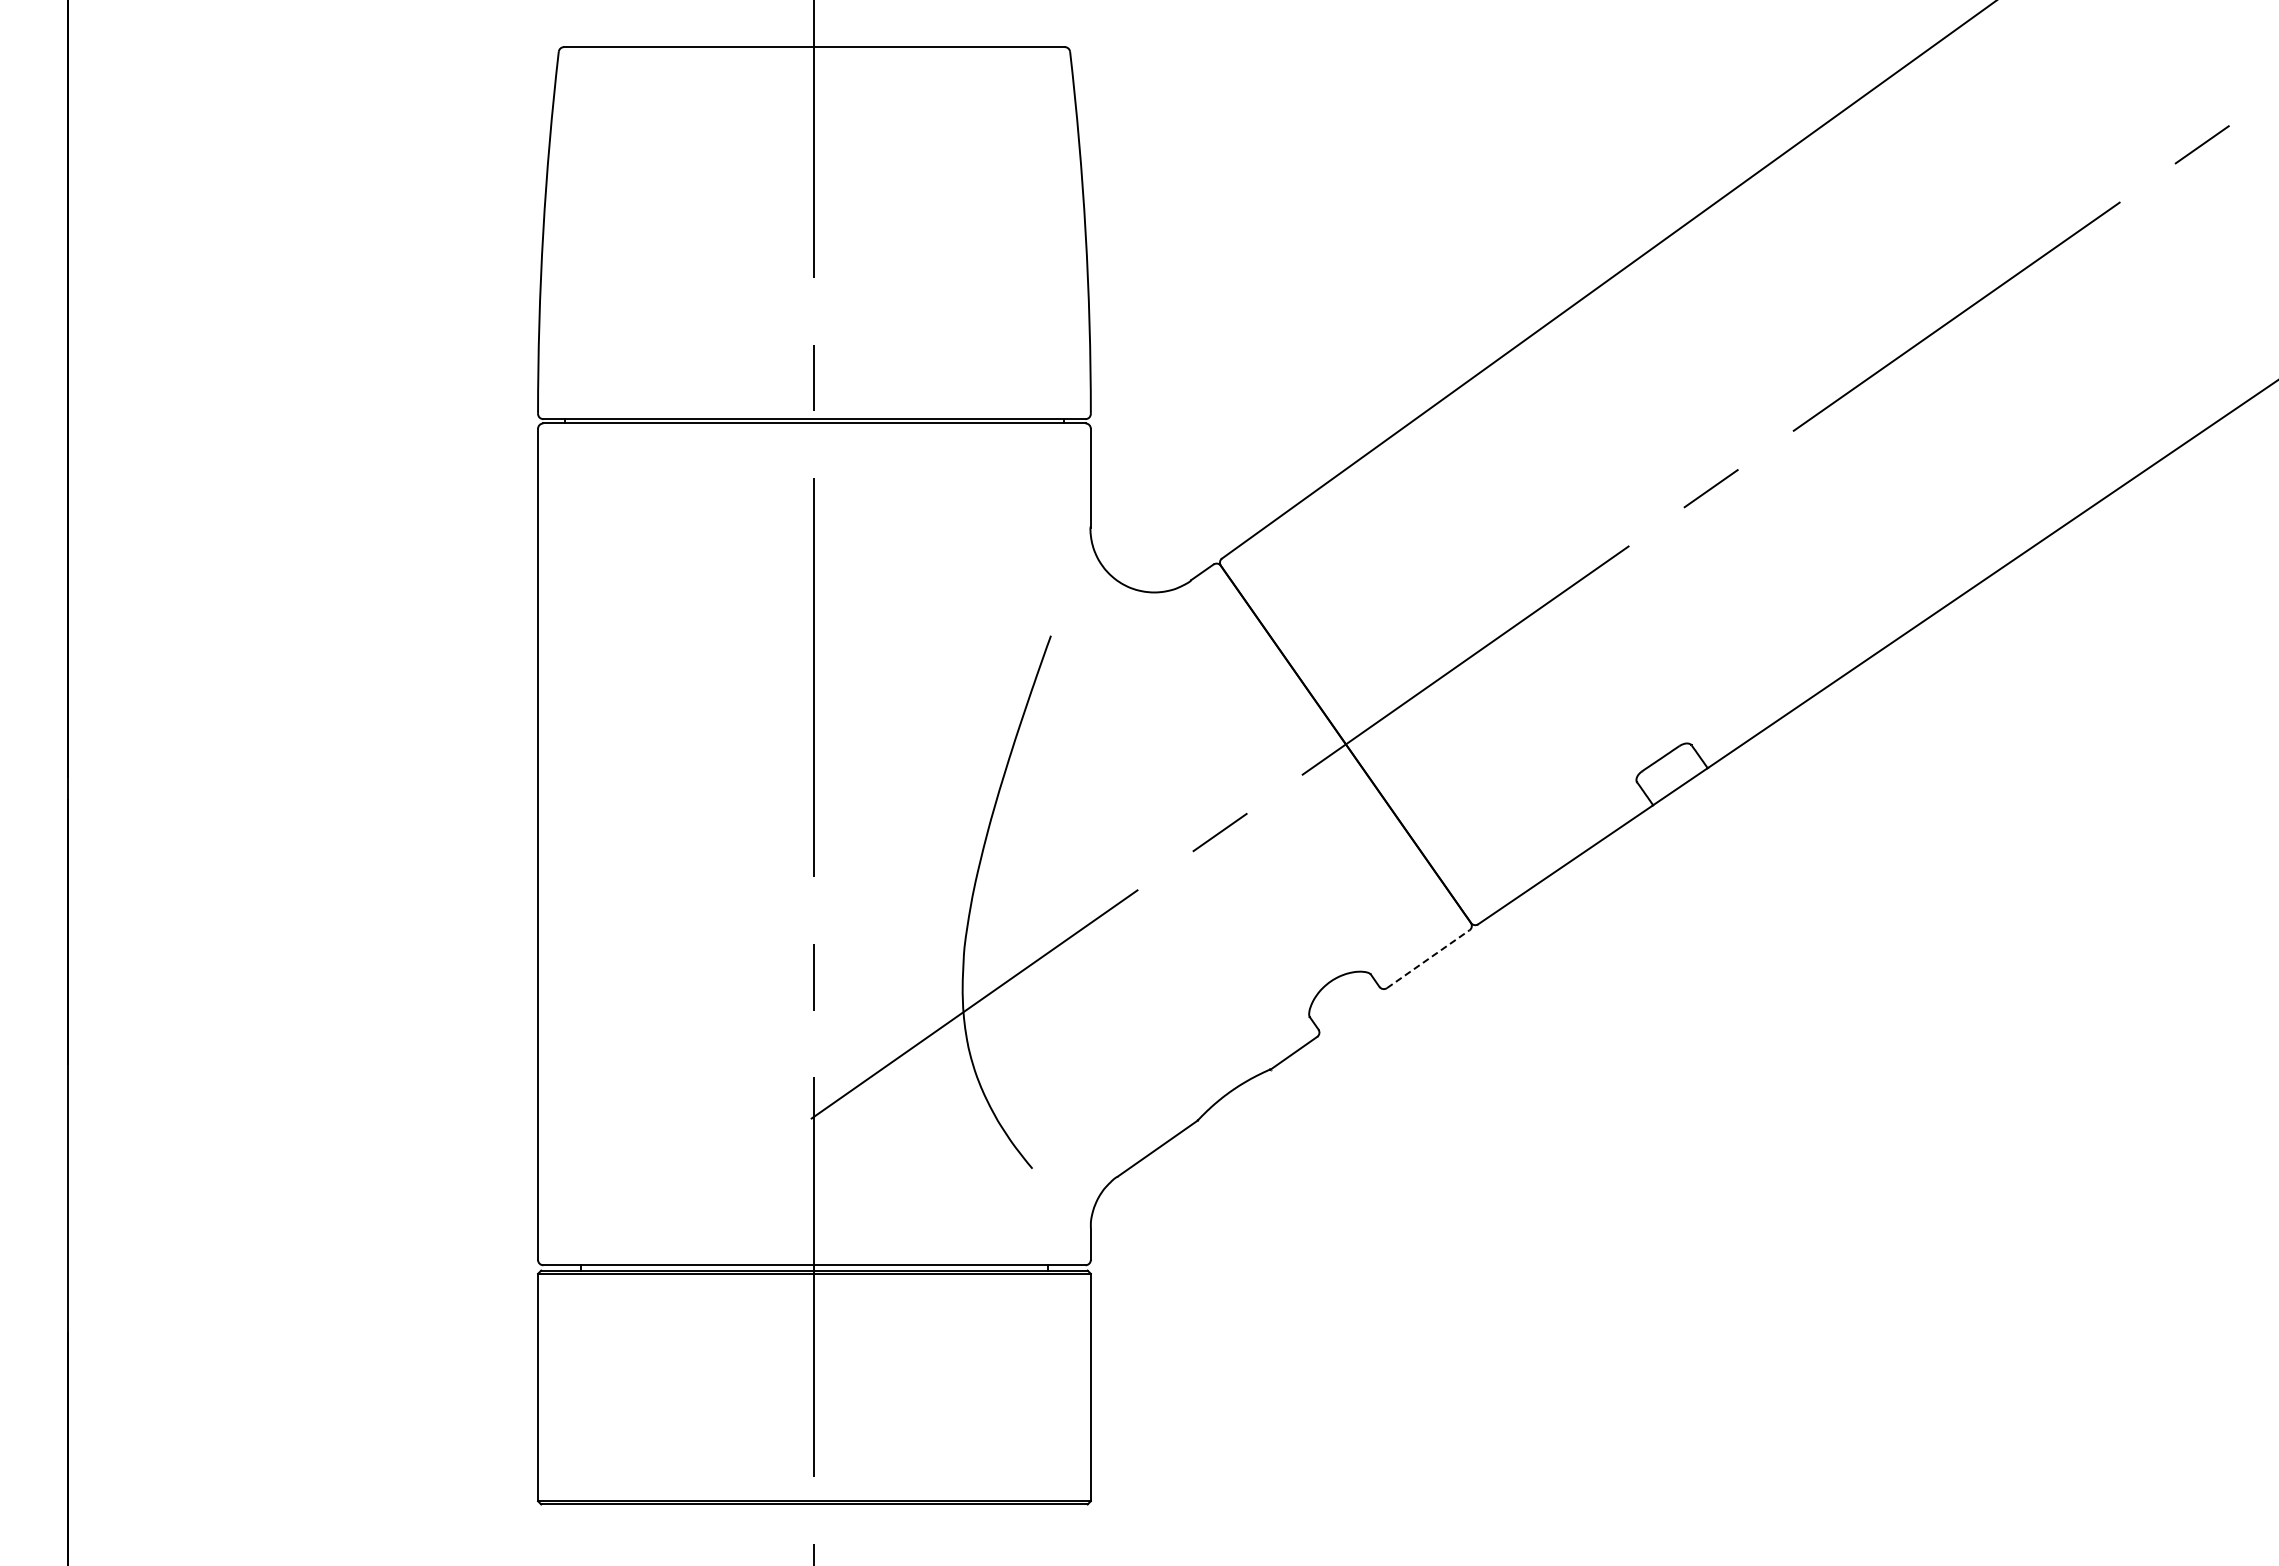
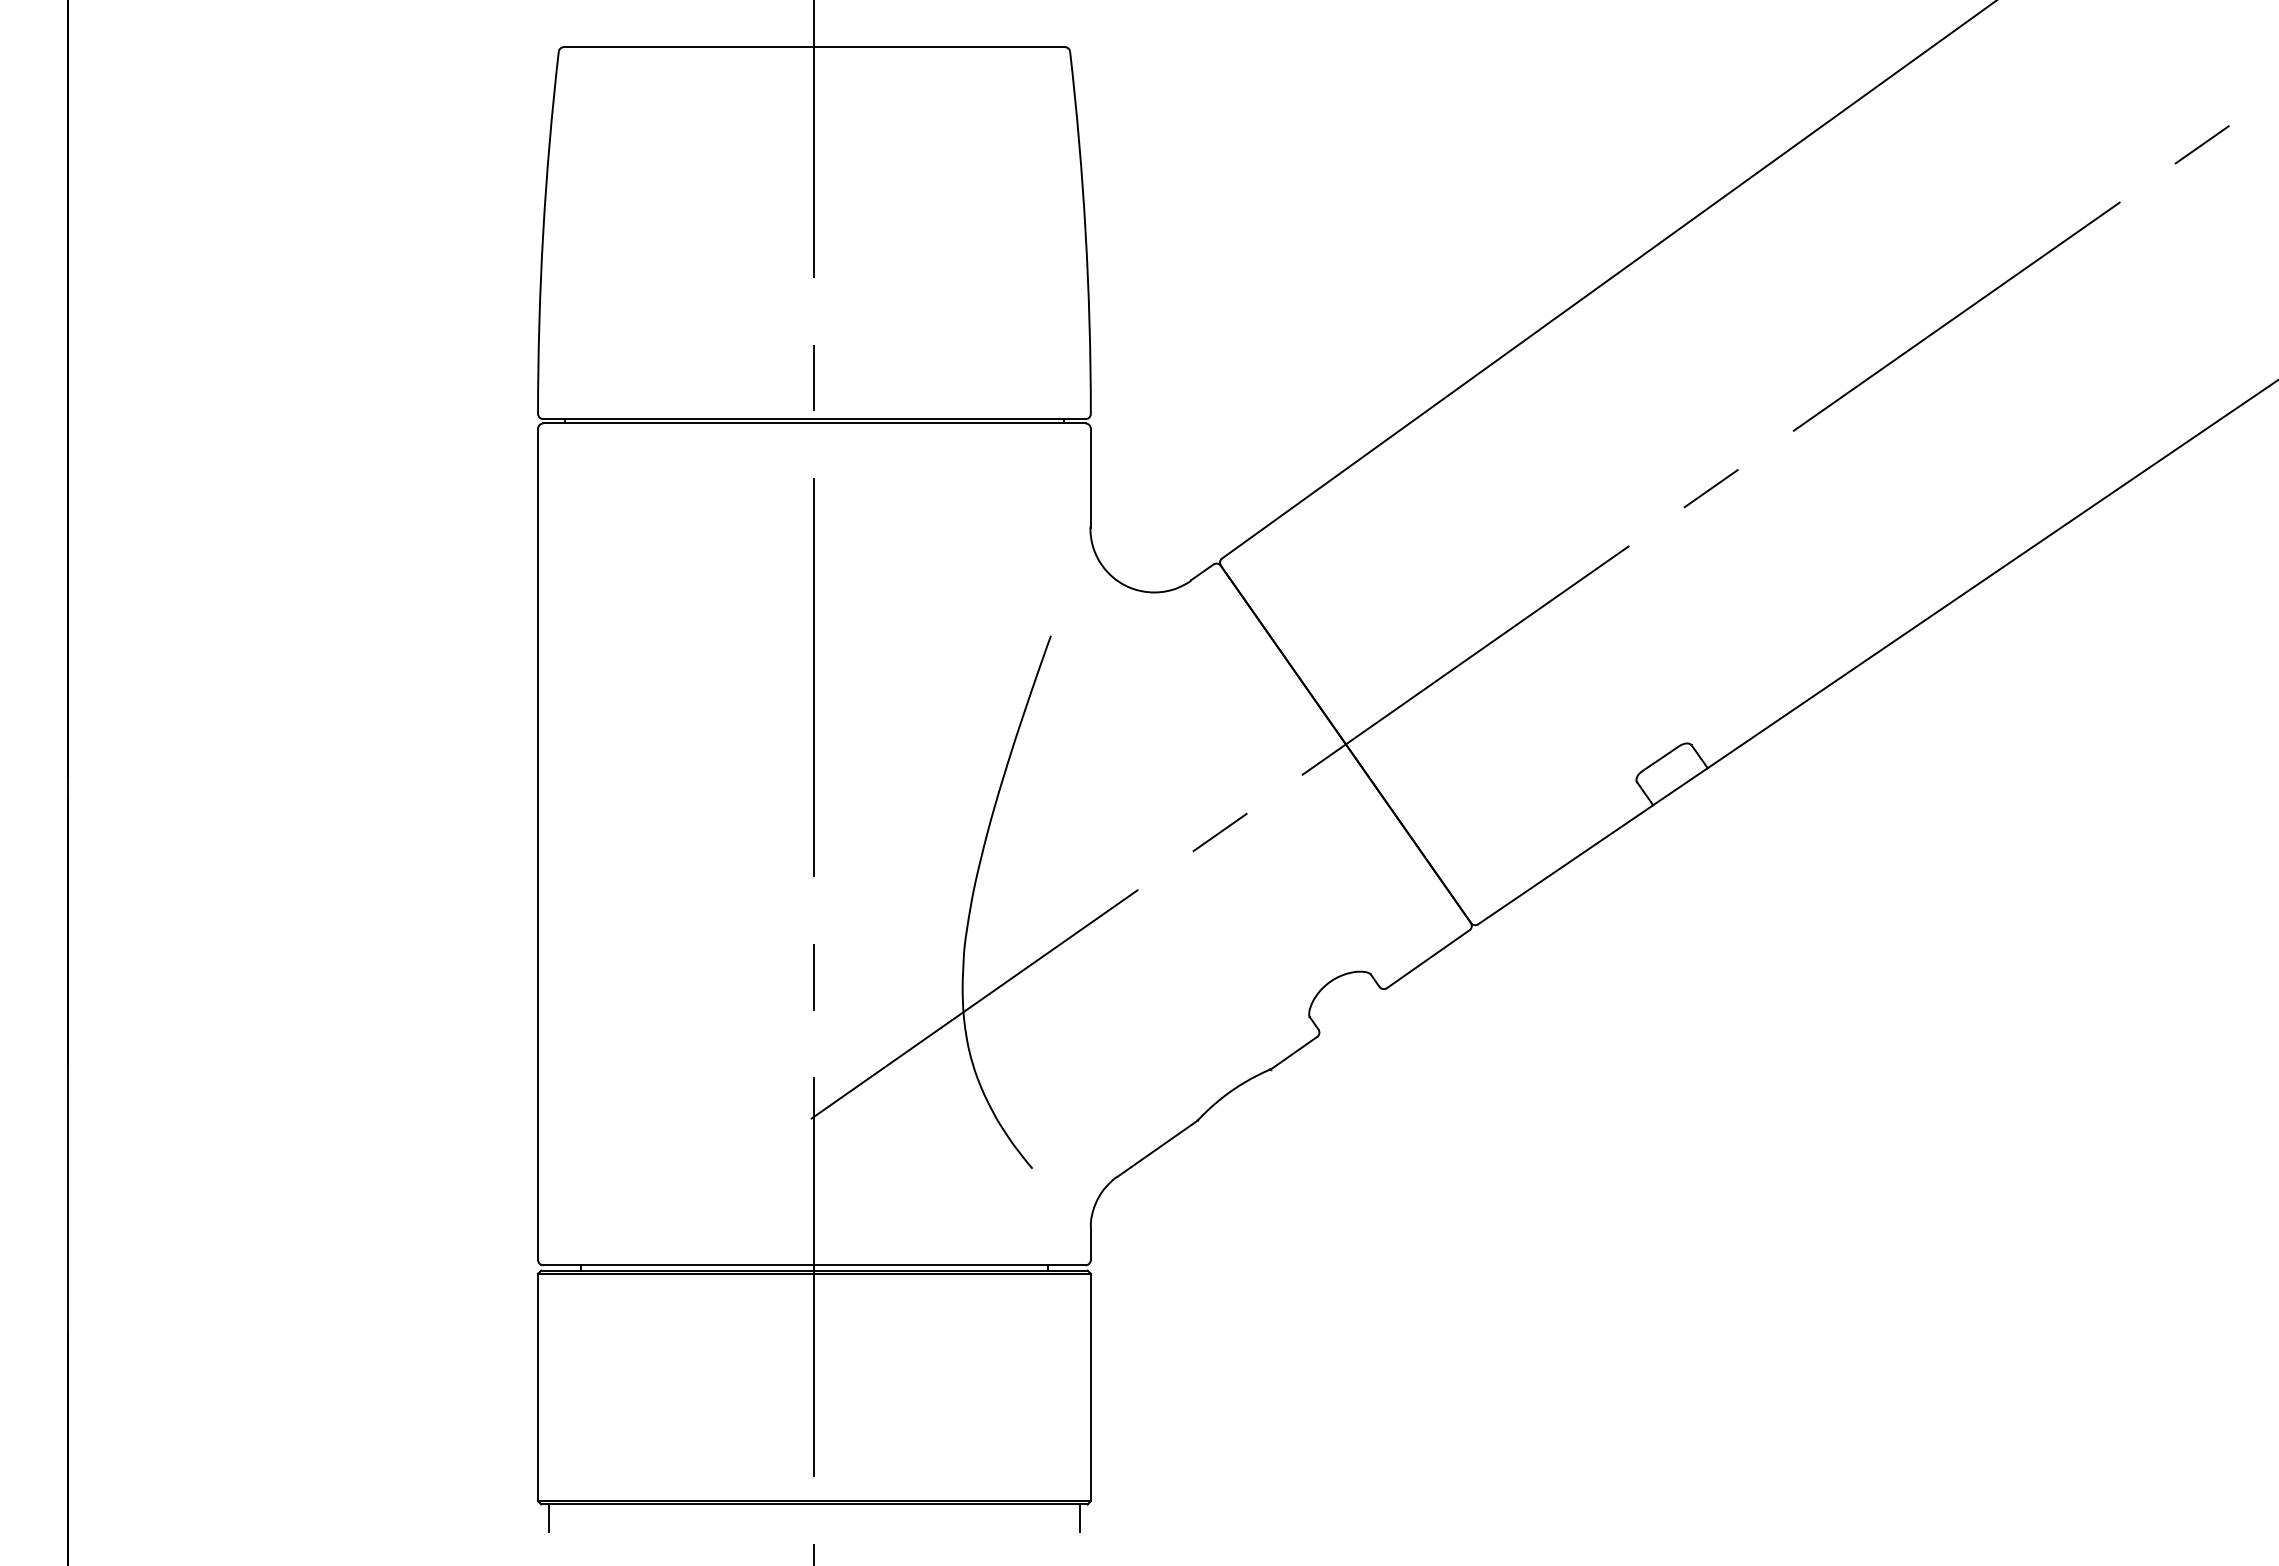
line at (1428, 959): dashed -> solid
line at (548, 1518): none -> present
line at (1080, 1518): none -> present
